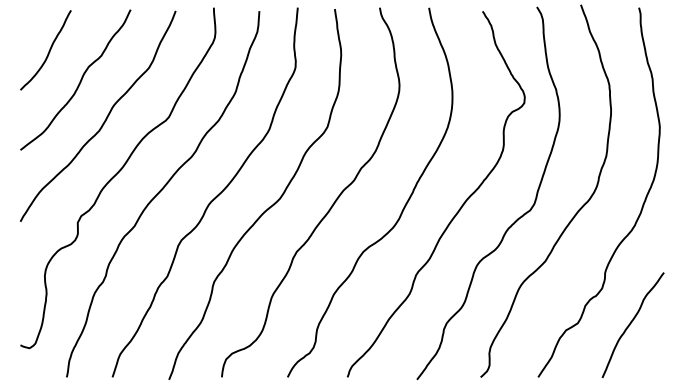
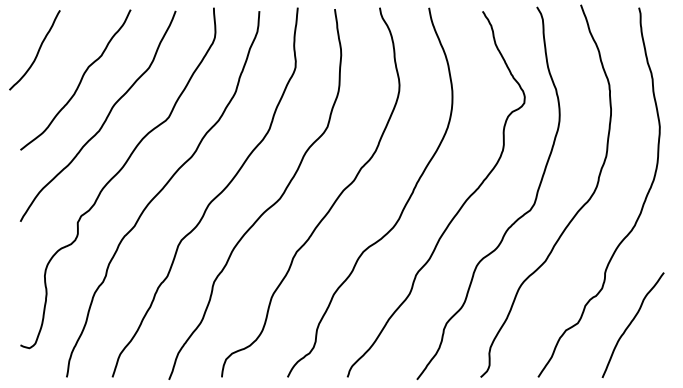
curve at (48, 51) position: (48, 51) -> (37, 51)
